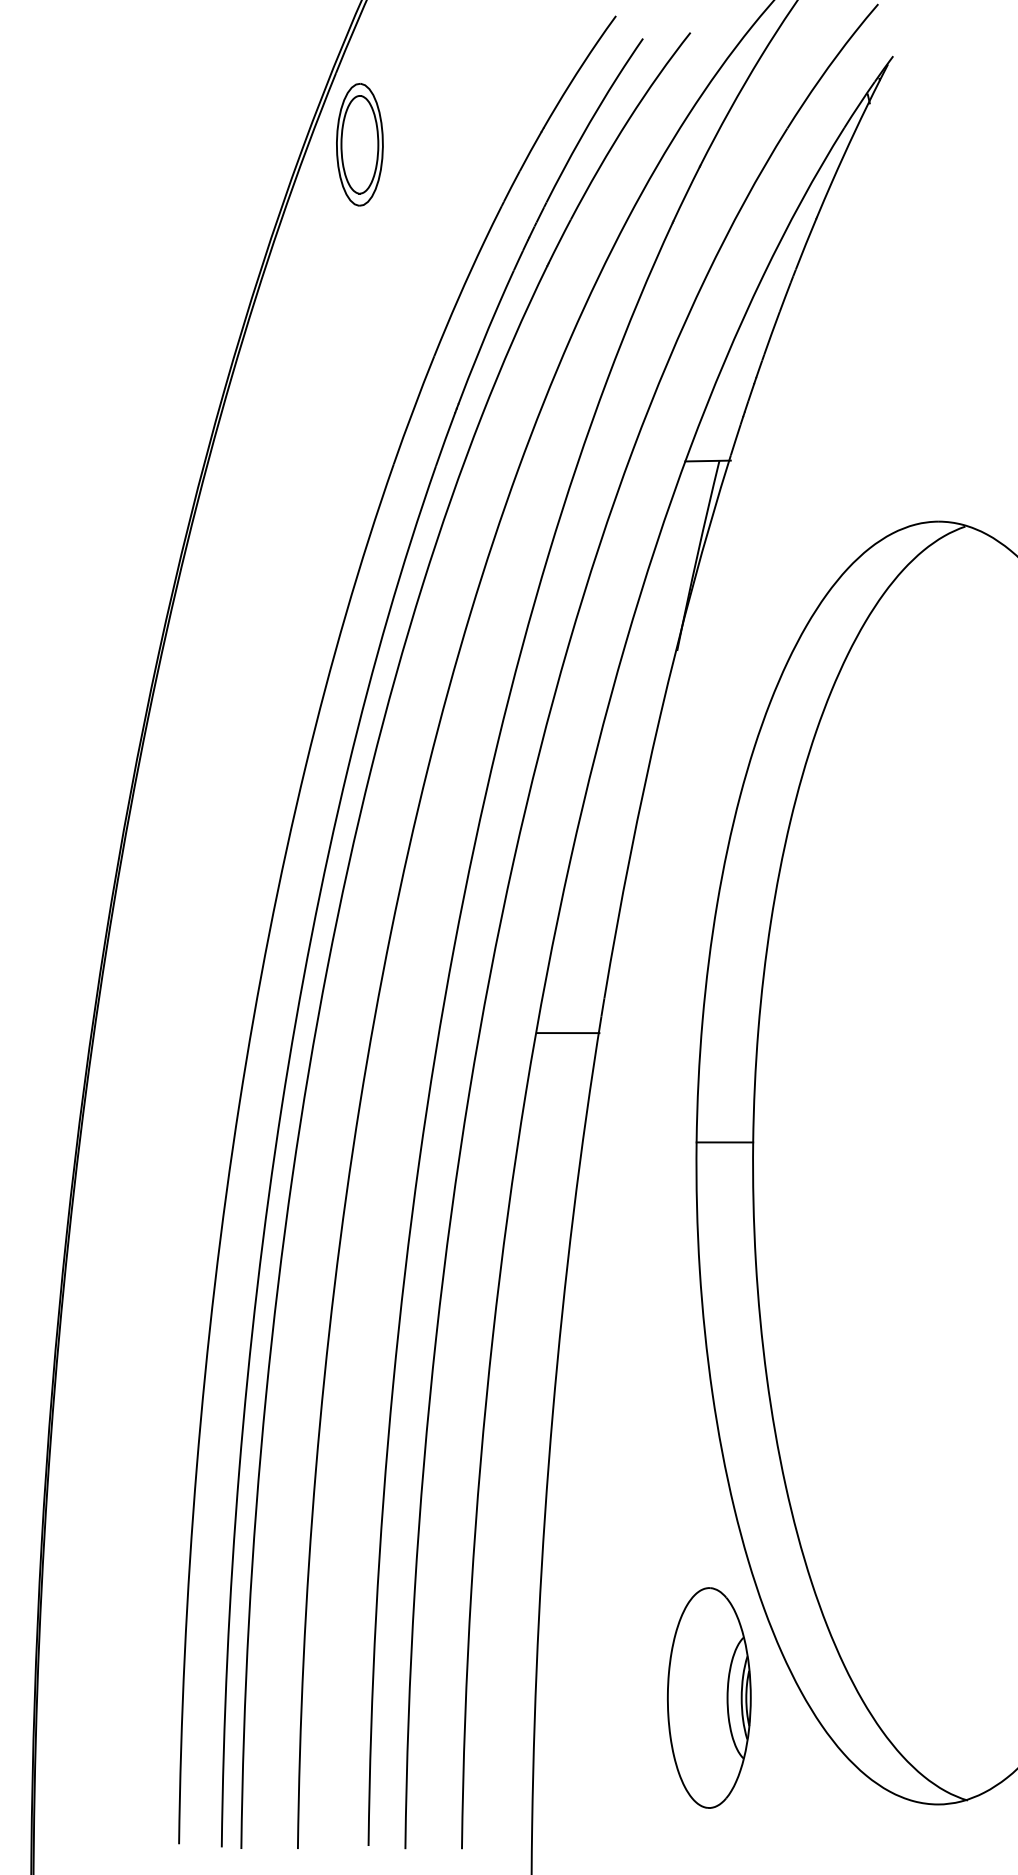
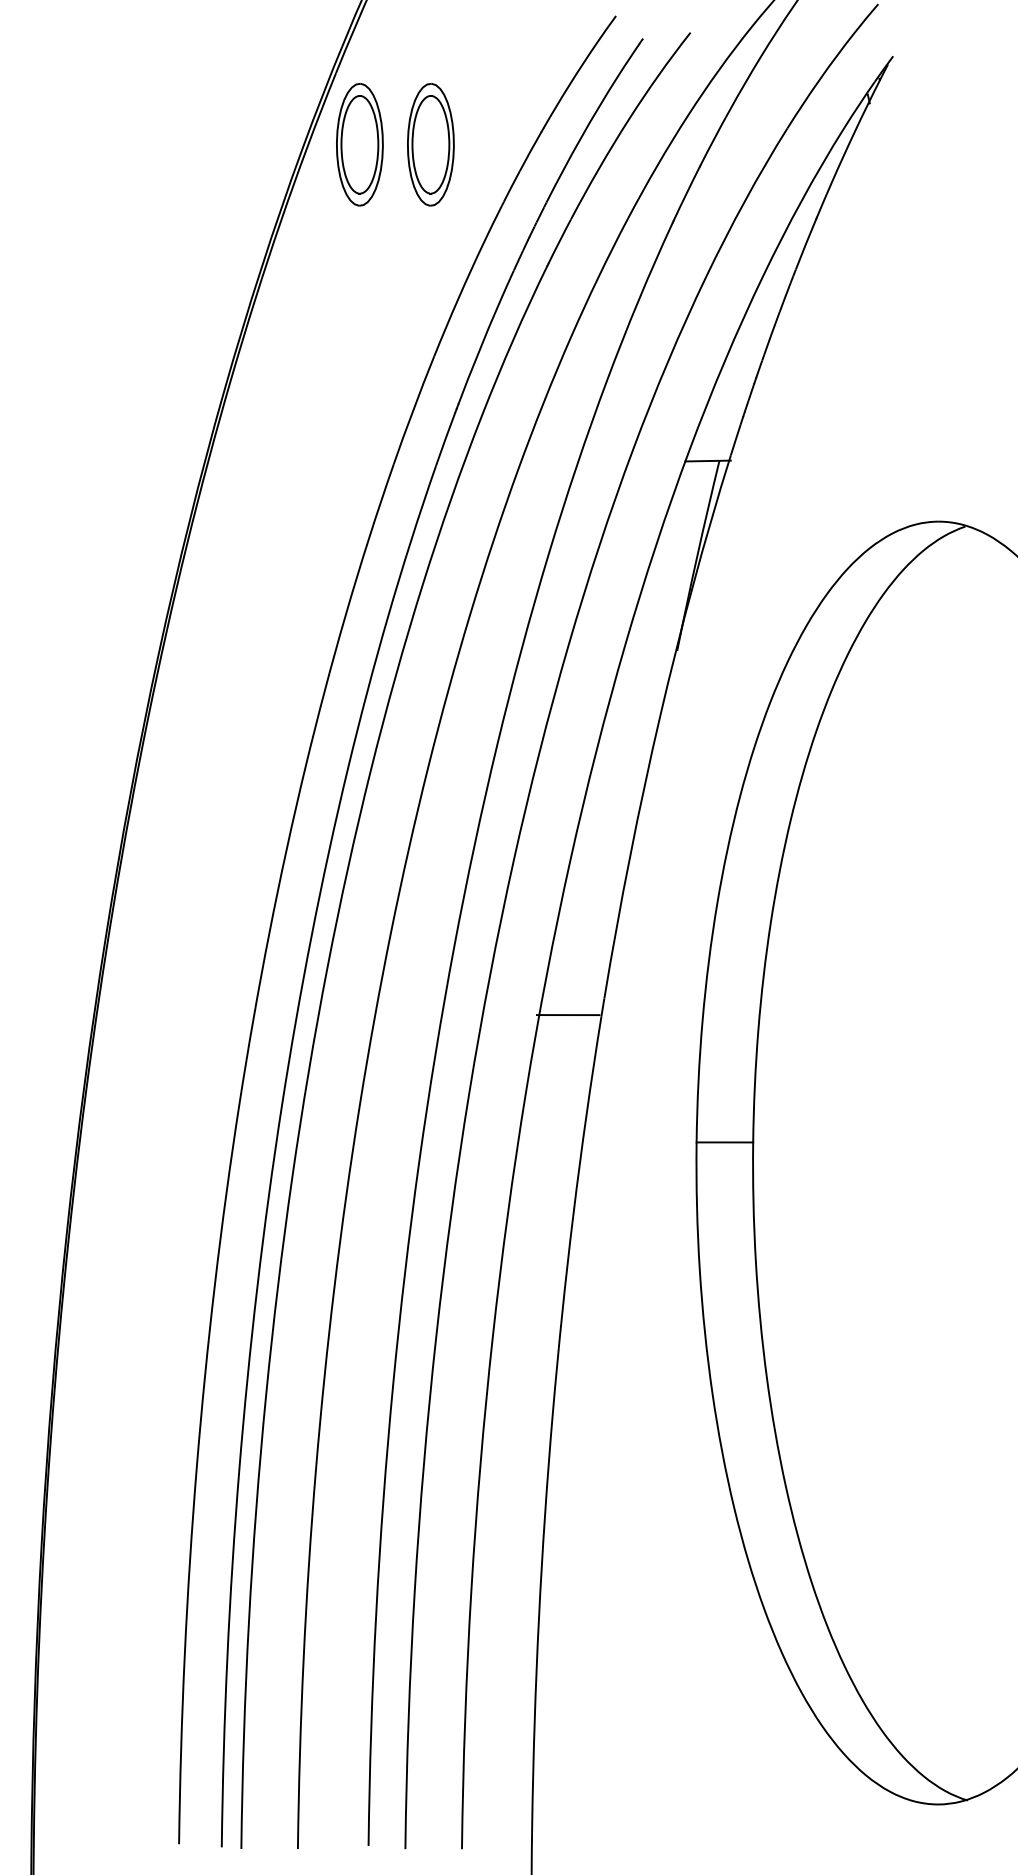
part at (430, 144): none -> present
line at (567, 1033) position: (567, 1033) -> (567, 1015)
part at (709, 1697): present -> none
